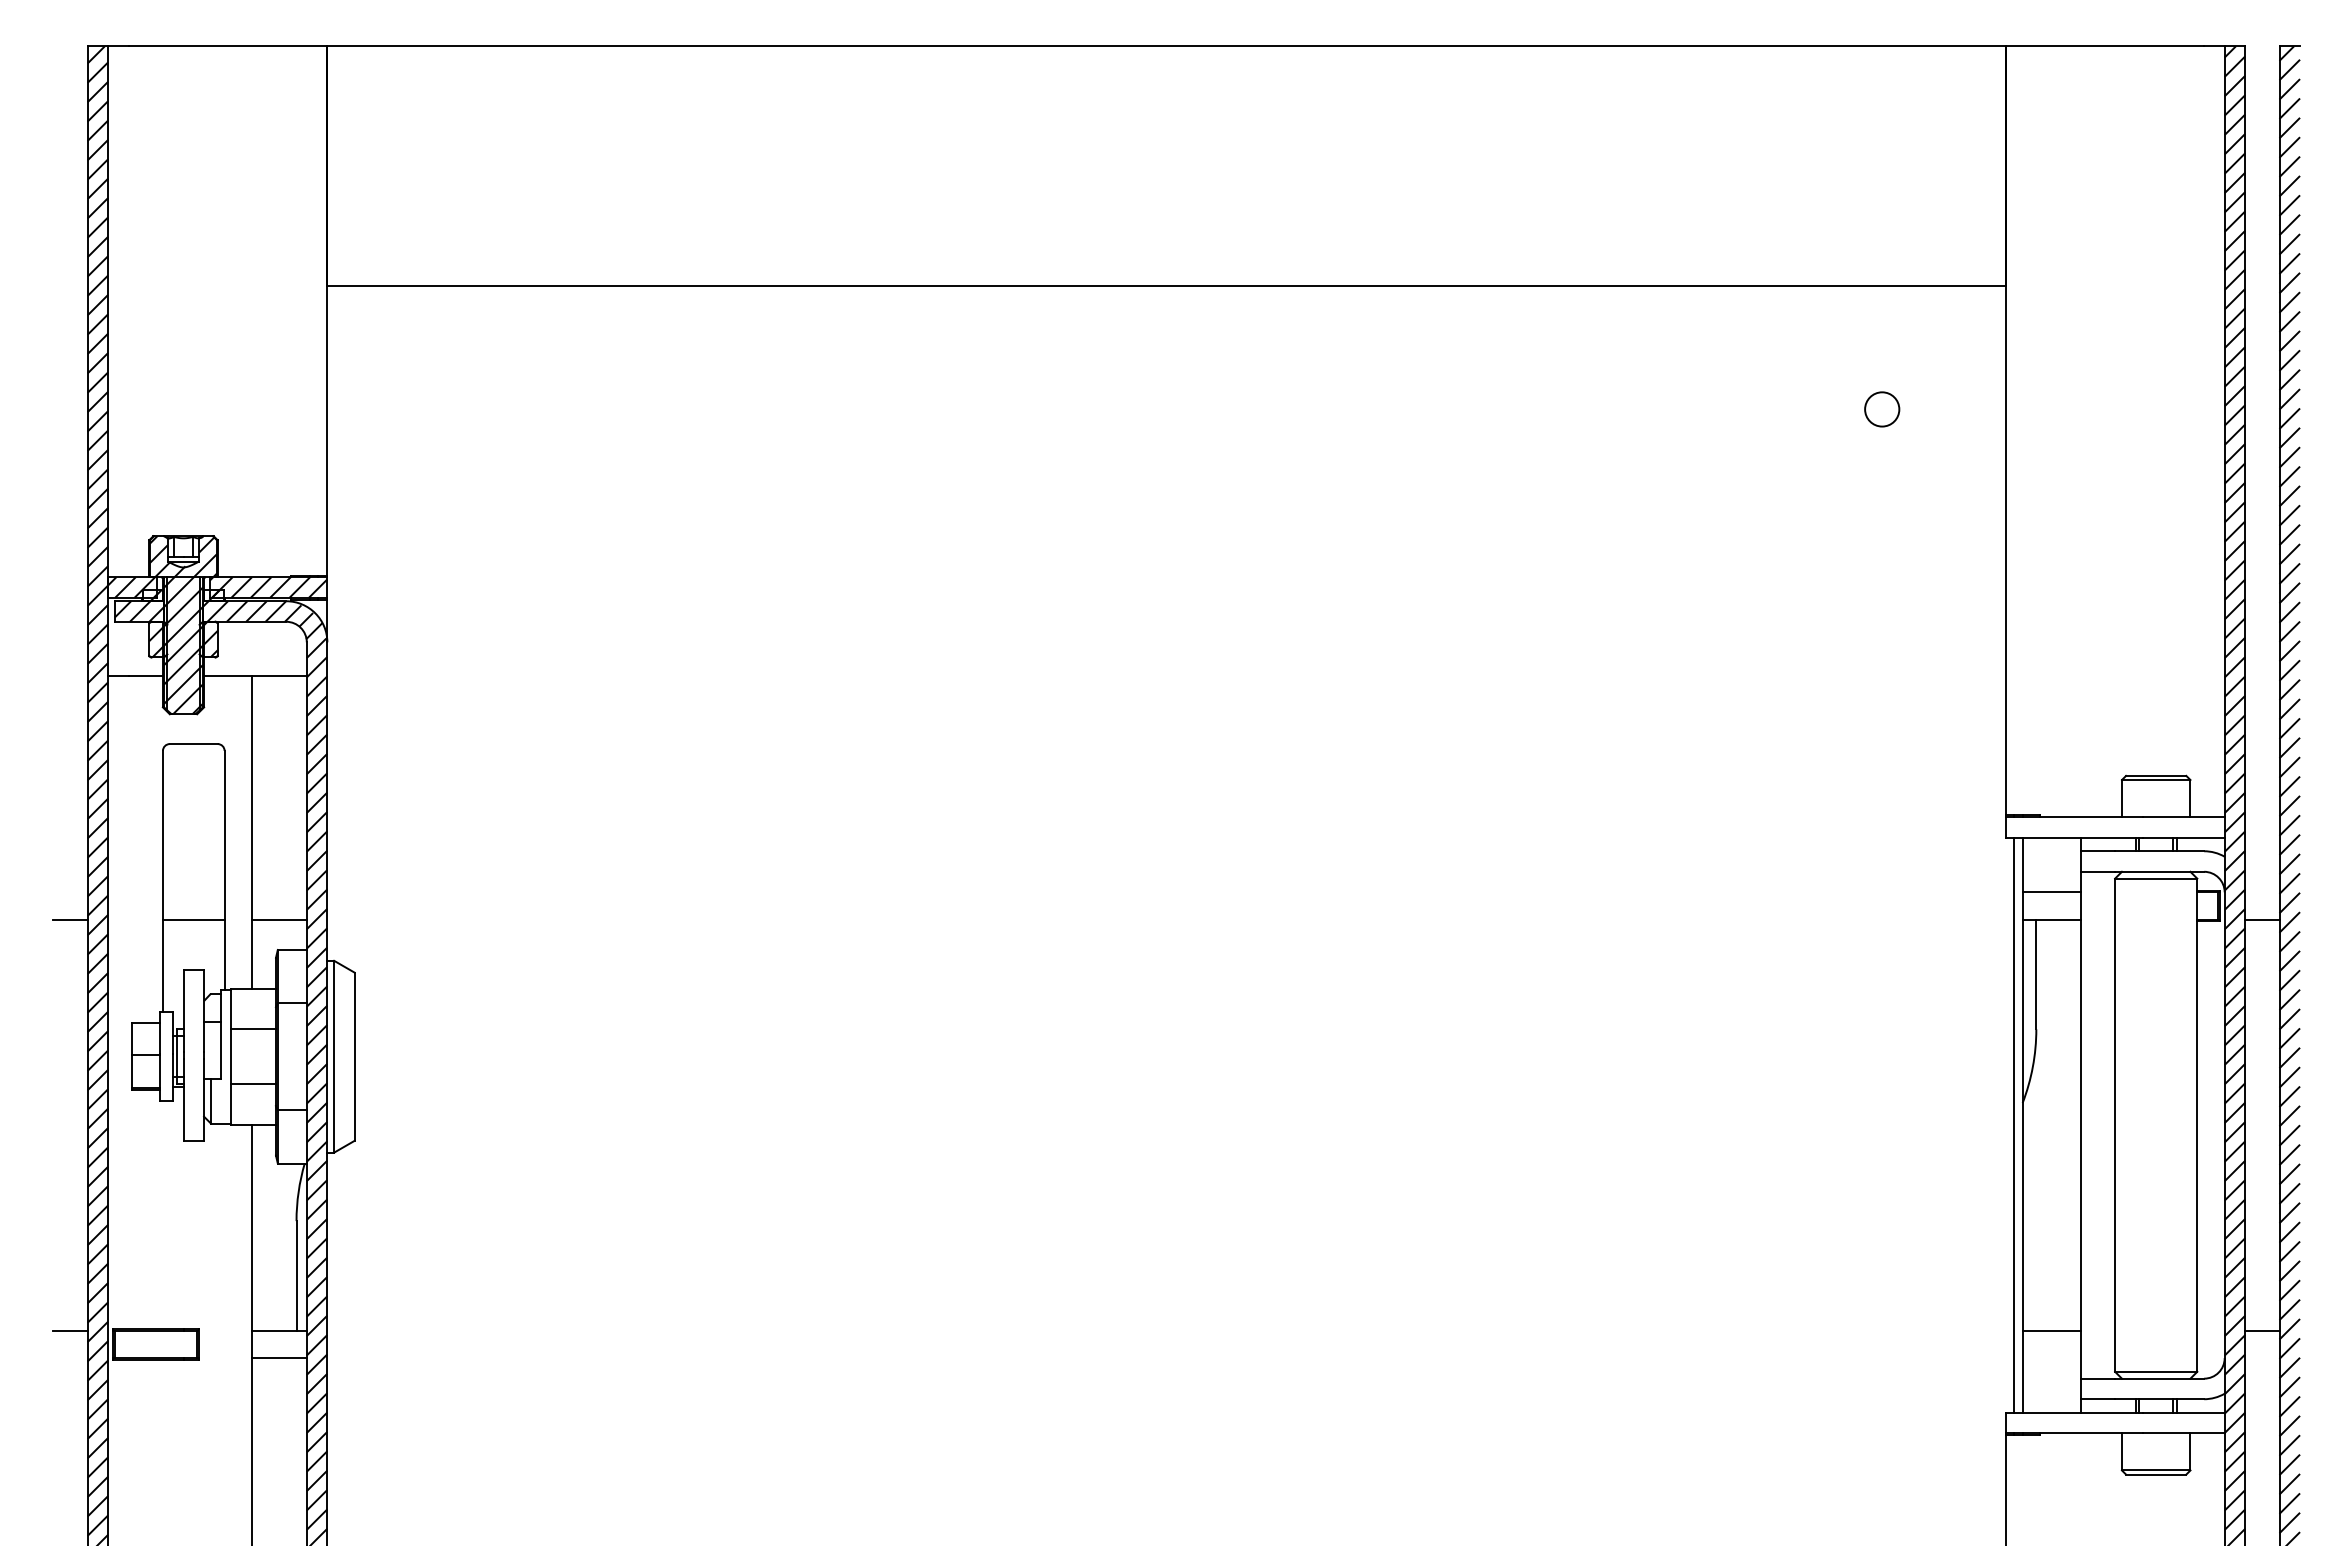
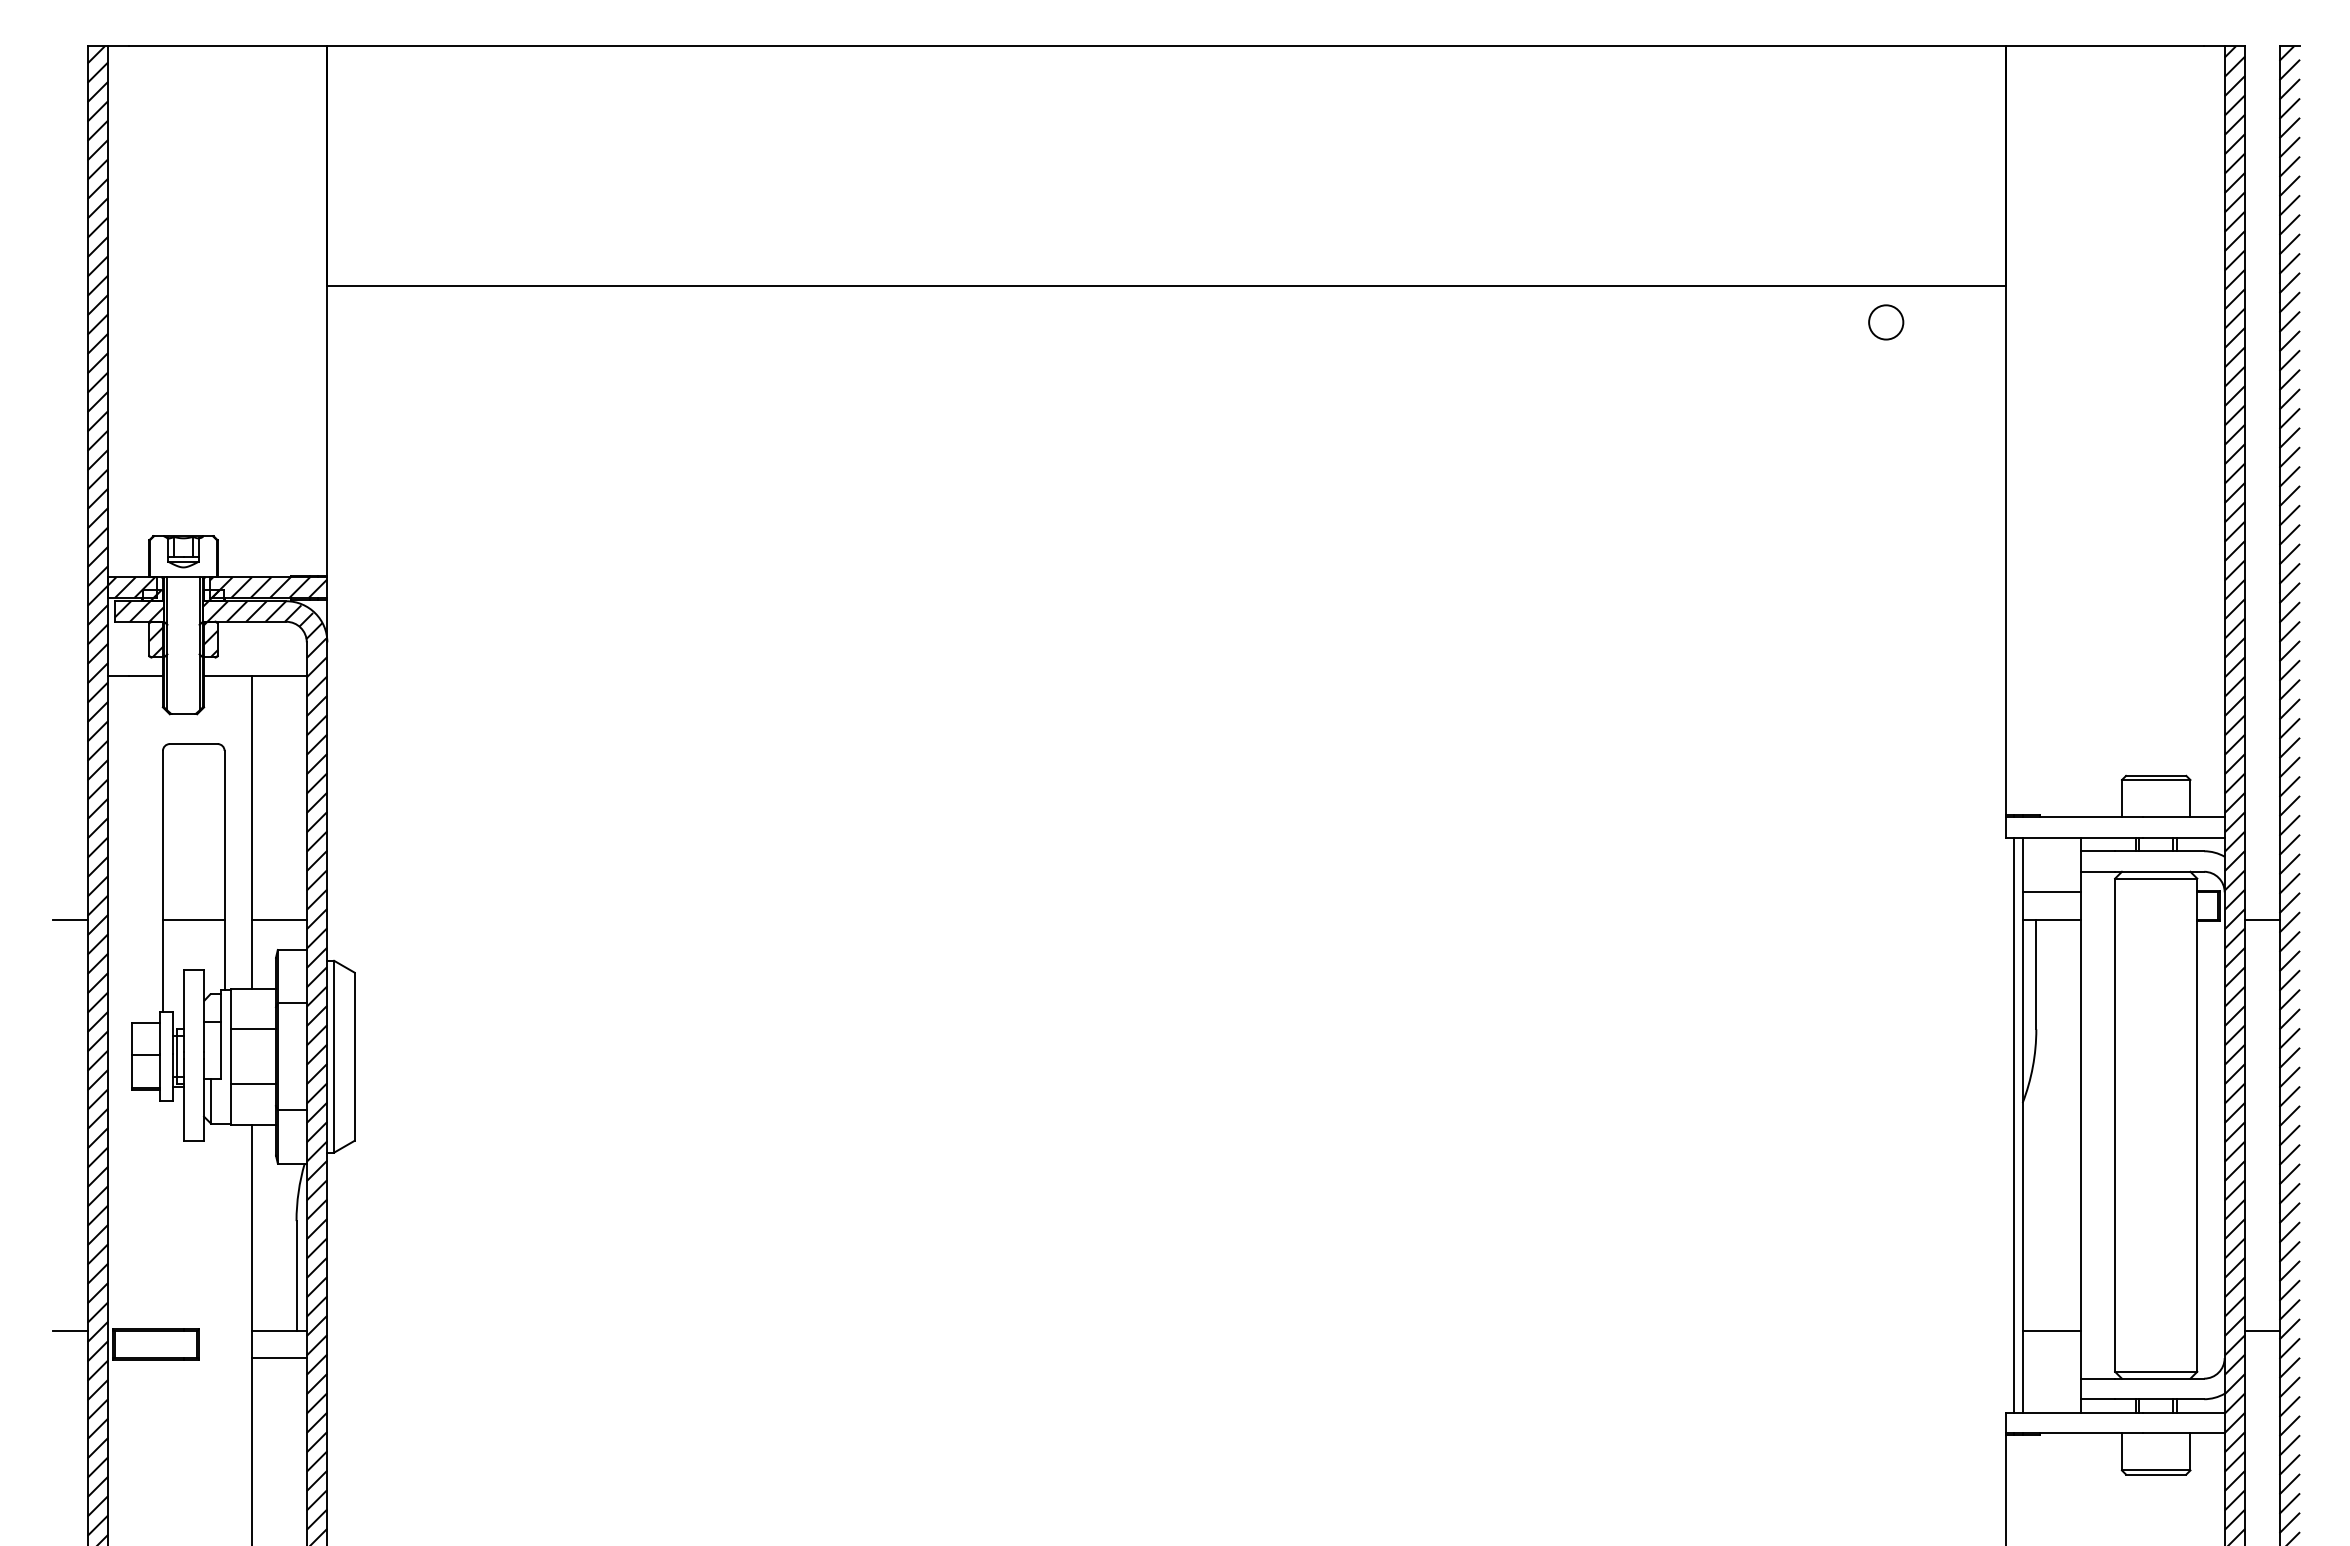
circle at (1882, 409) position: (1882, 409) -> (1886, 322)
hatch at (183, 625): present -> none
